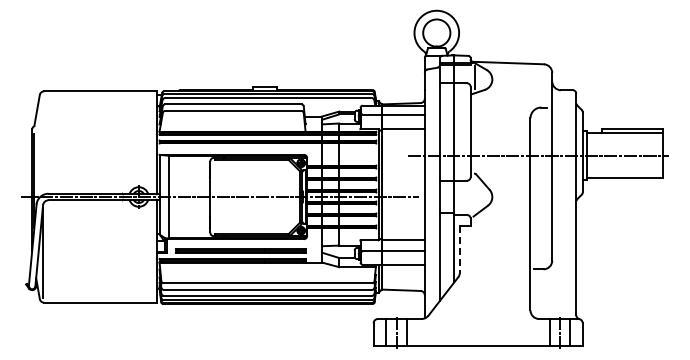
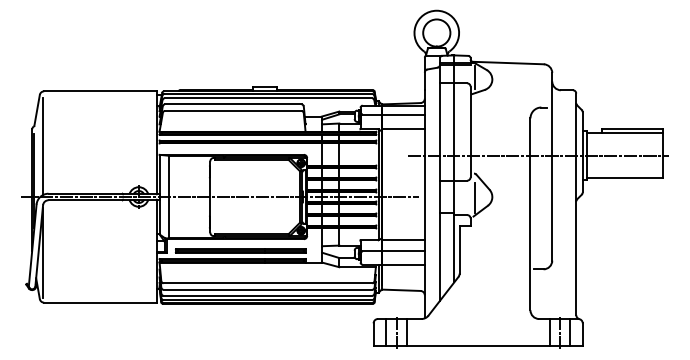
line at (42, 146): none -> present
line at (475, 197): none -> present
line at (459, 250): dashed -> solid
